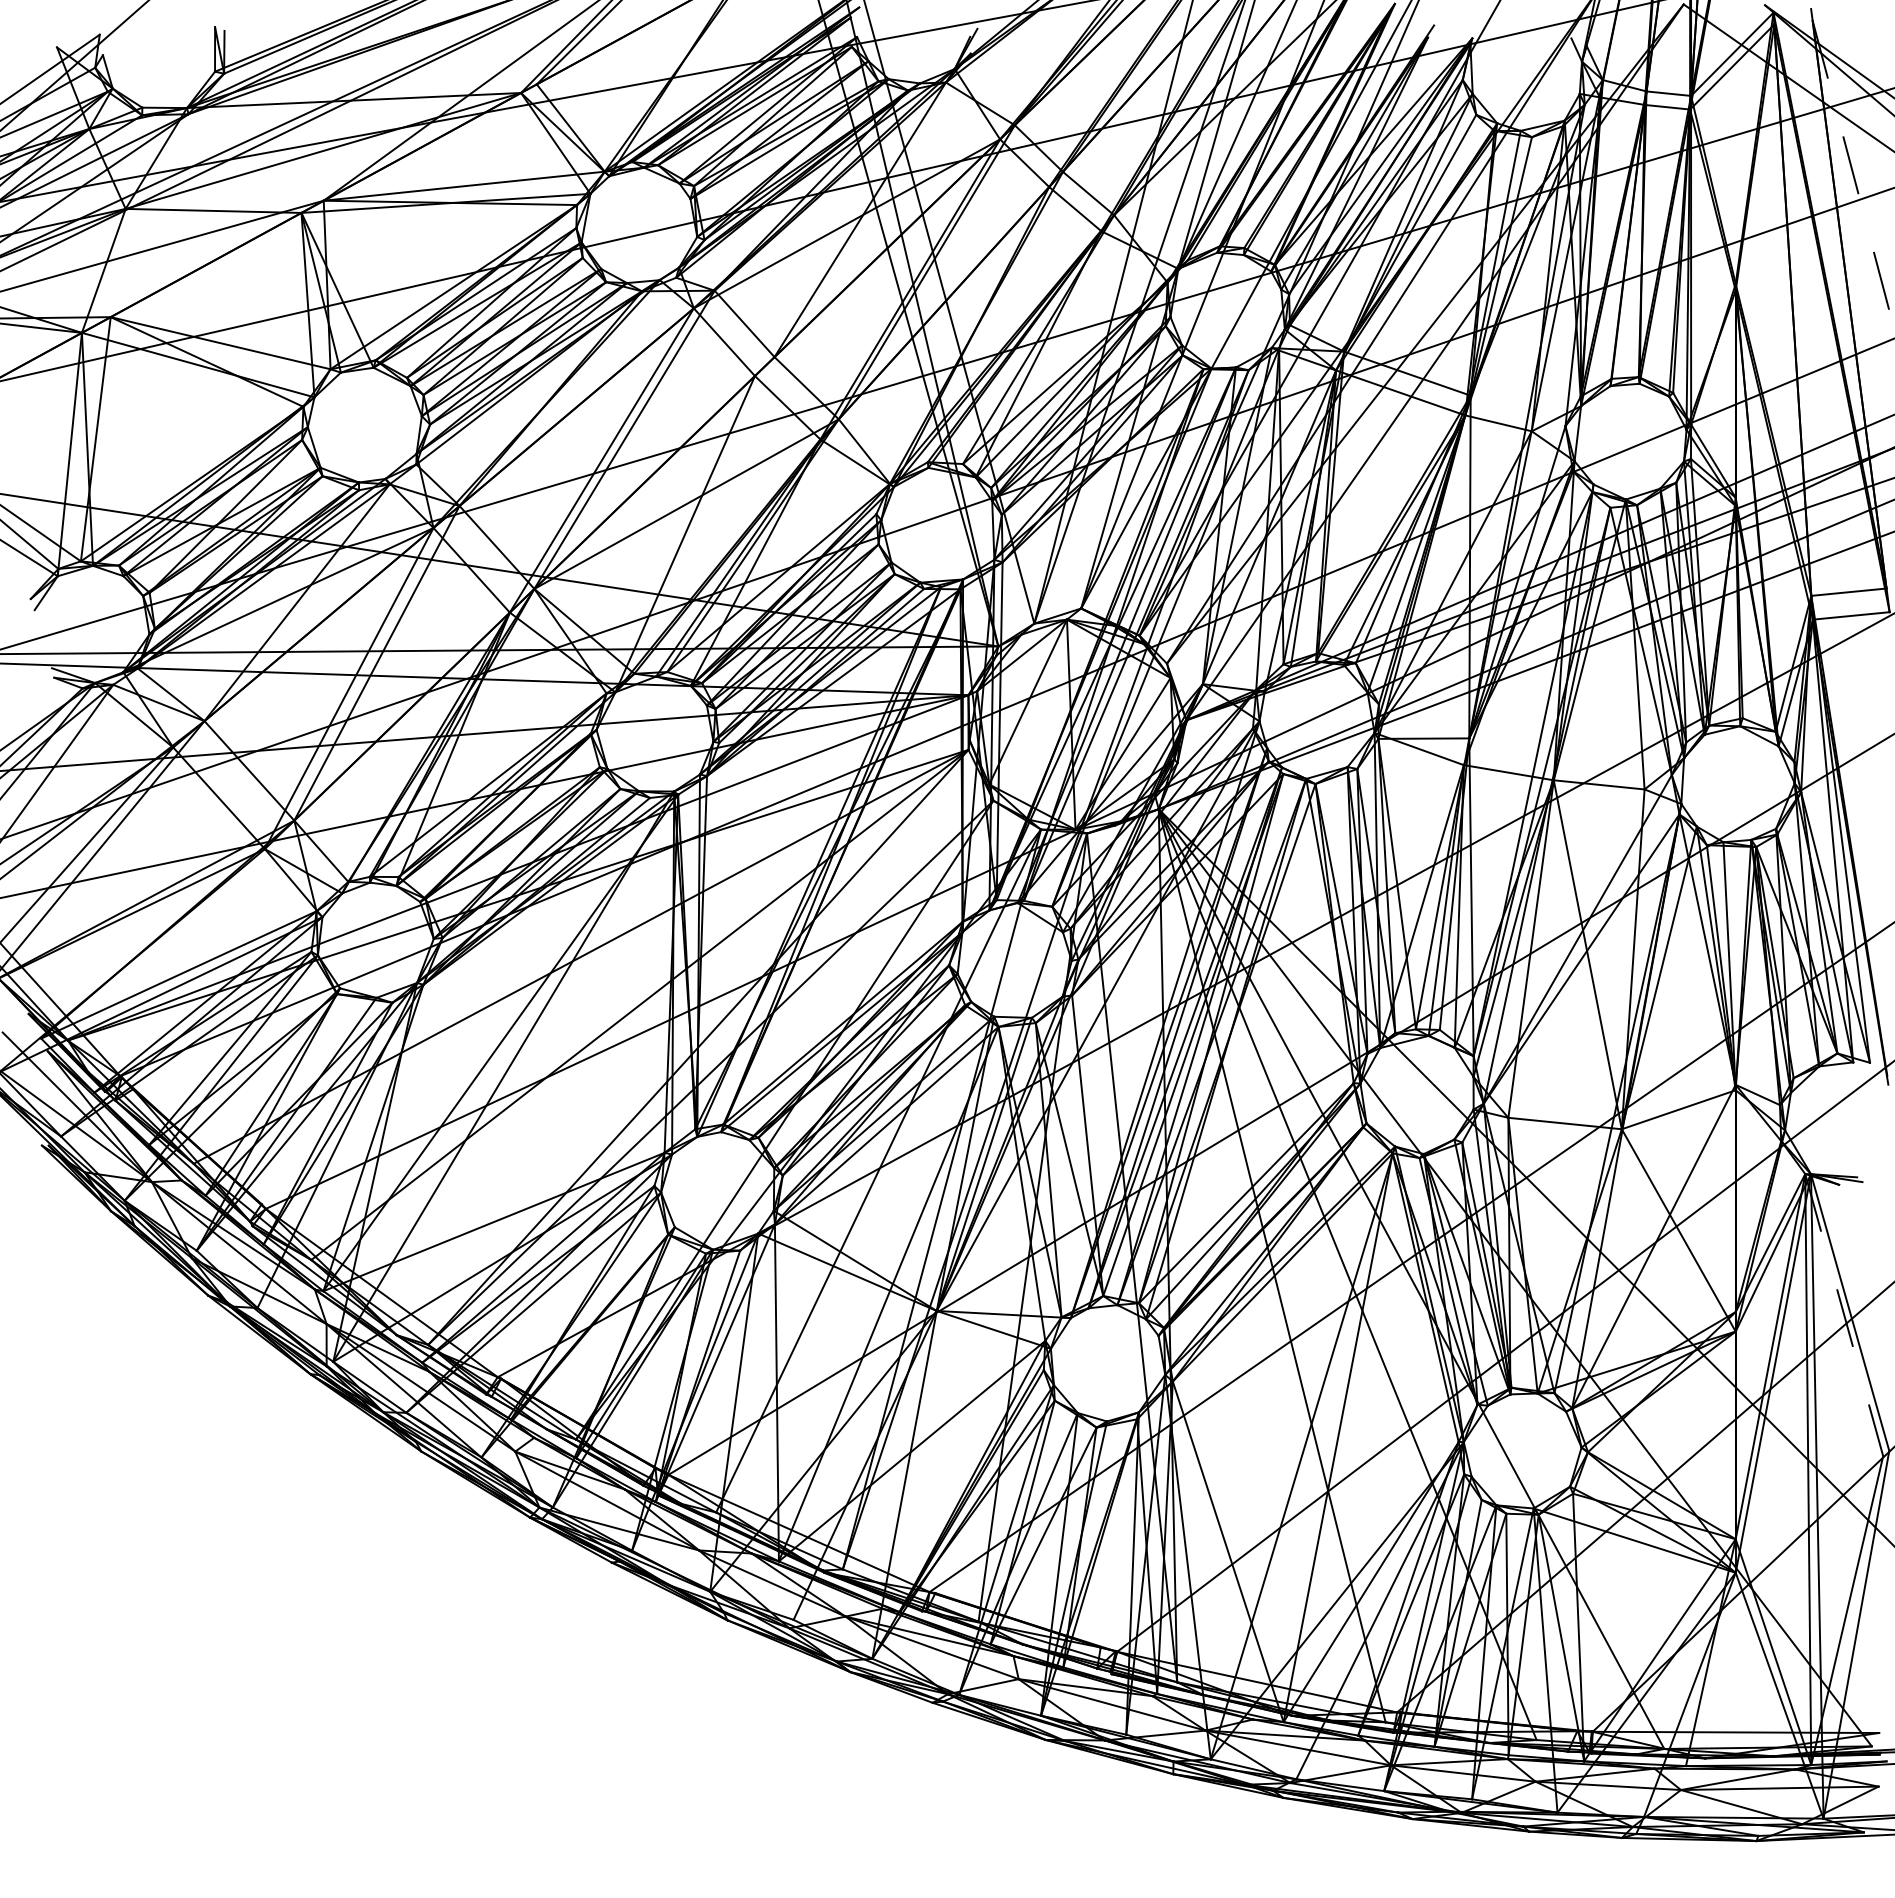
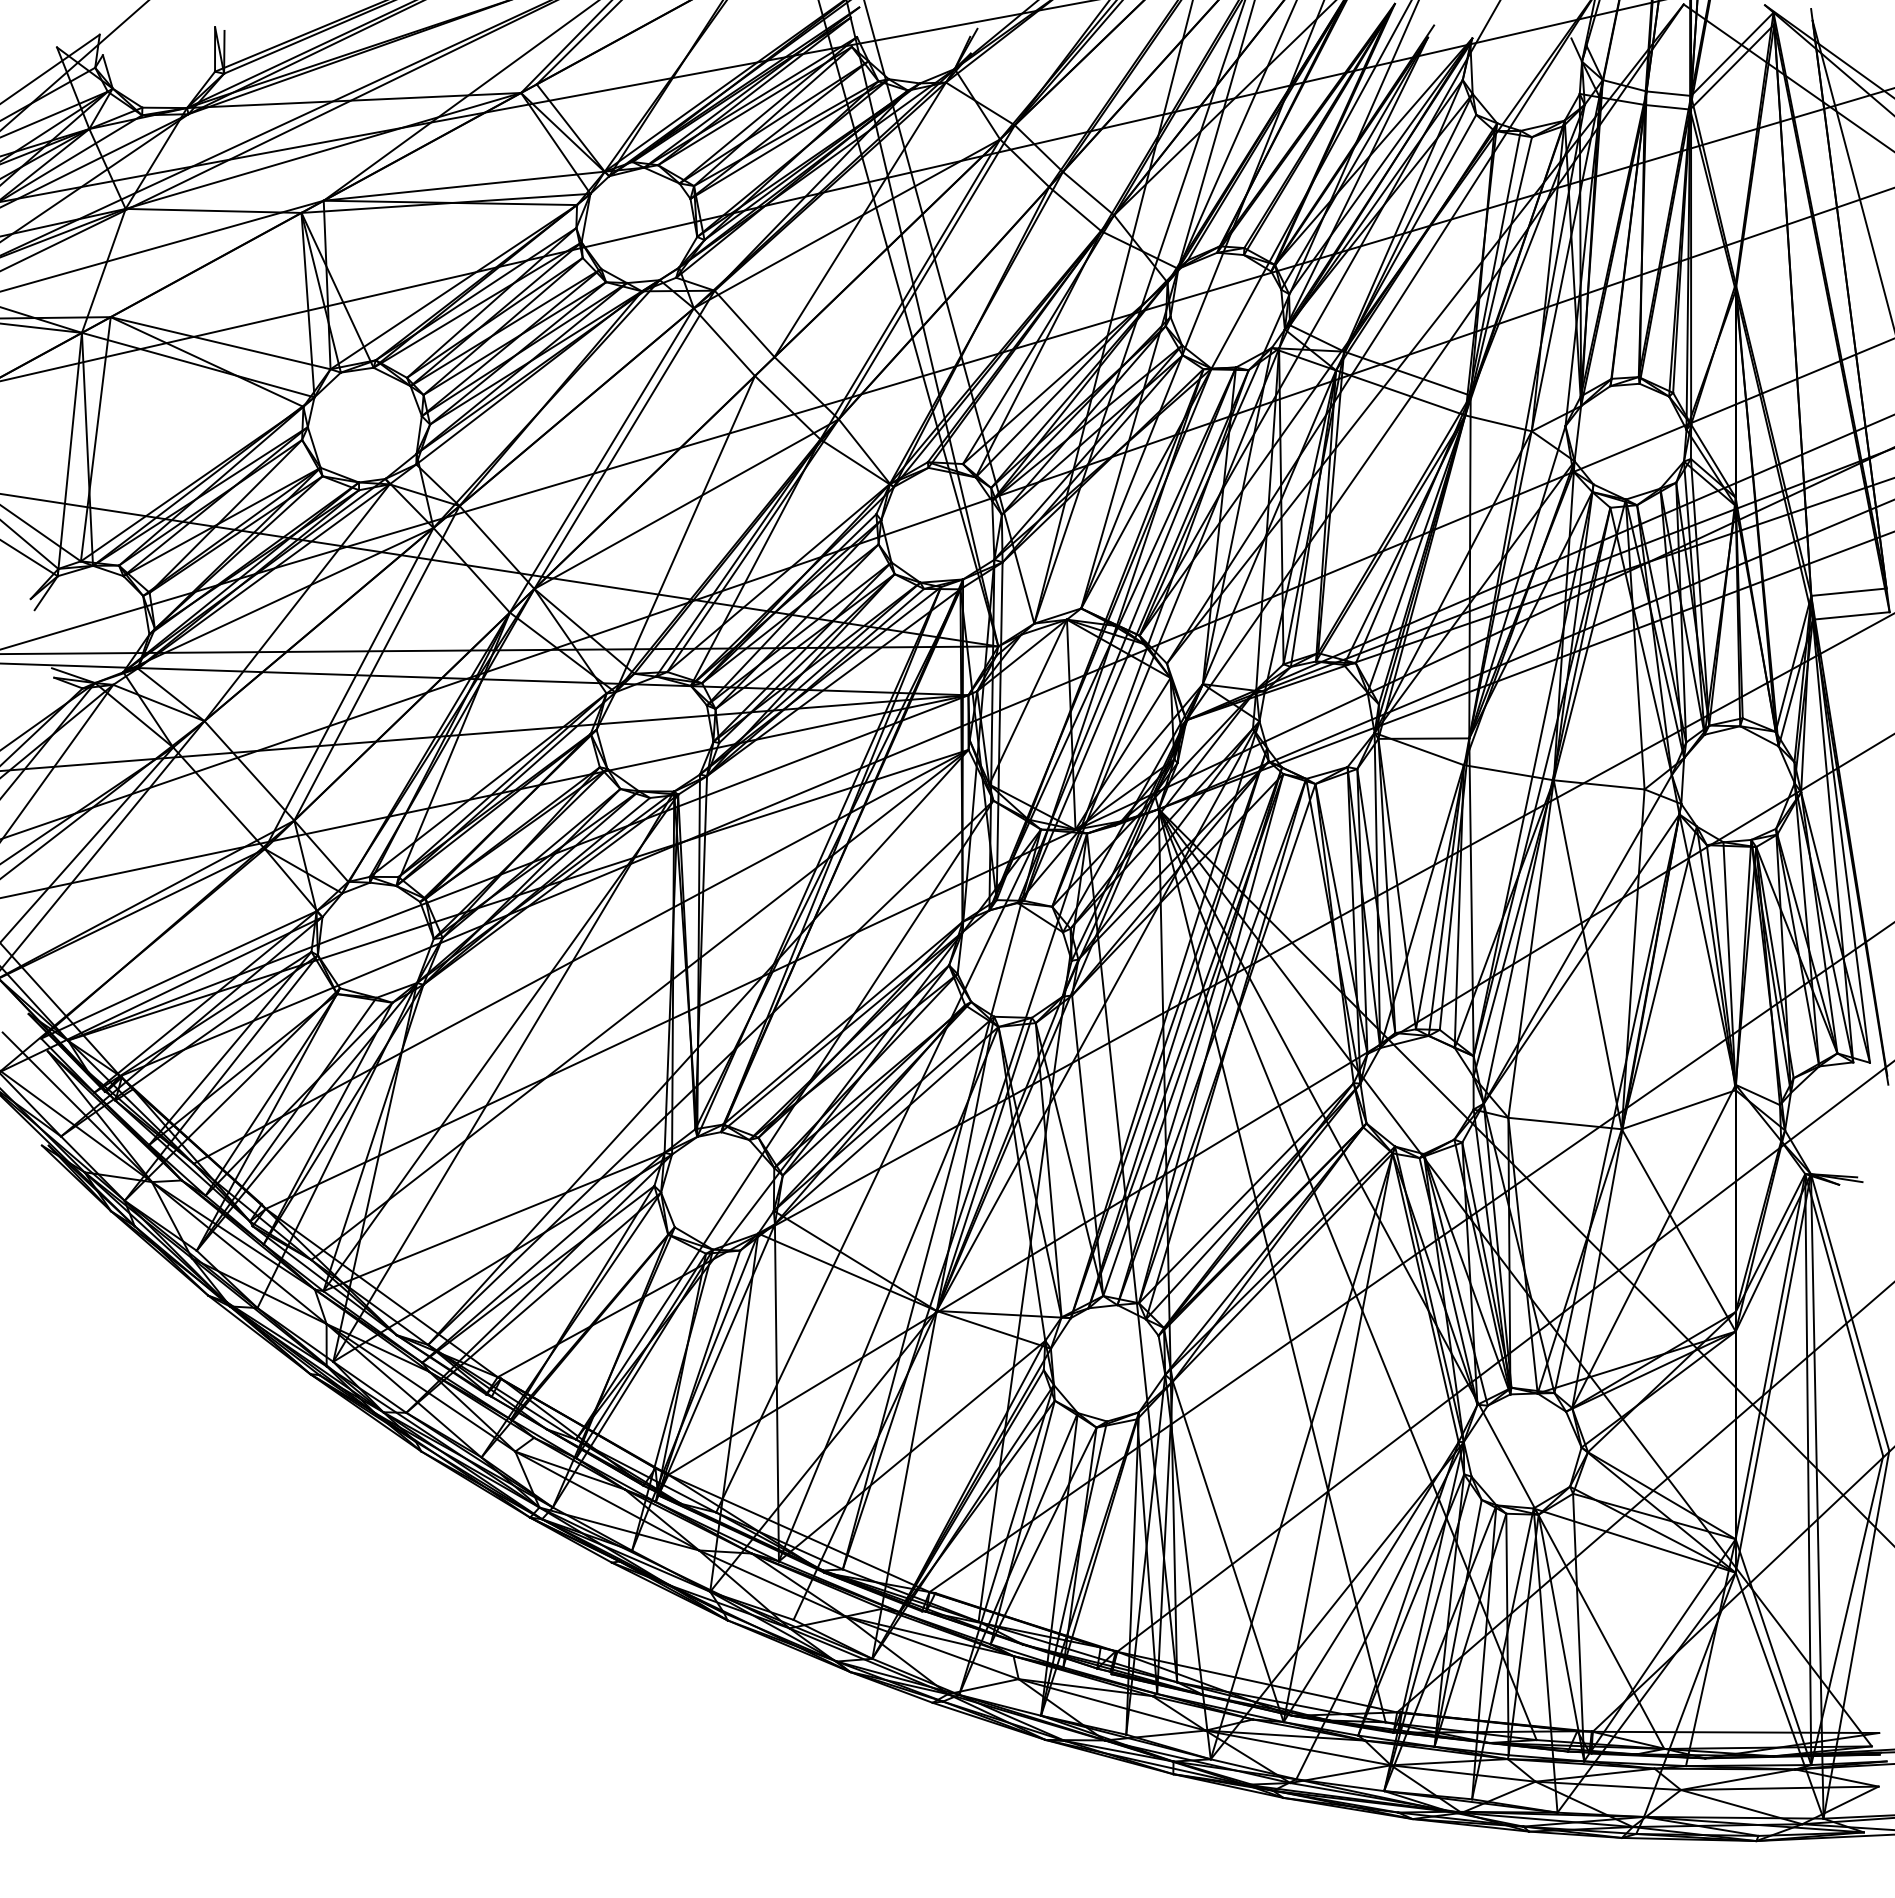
line at (1853, 176): dashed -> solid
line at (1844, 1315): dashed -> solid
